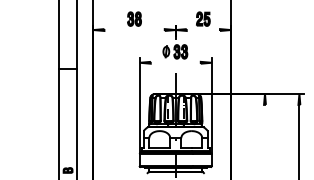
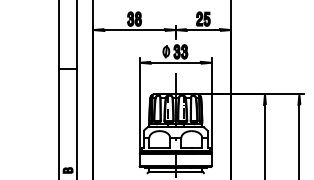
line at (134, 30): none -> present
line at (202, 30): none -> present
line at (175, 62): none -> present
line at (265, 140): none -> present
